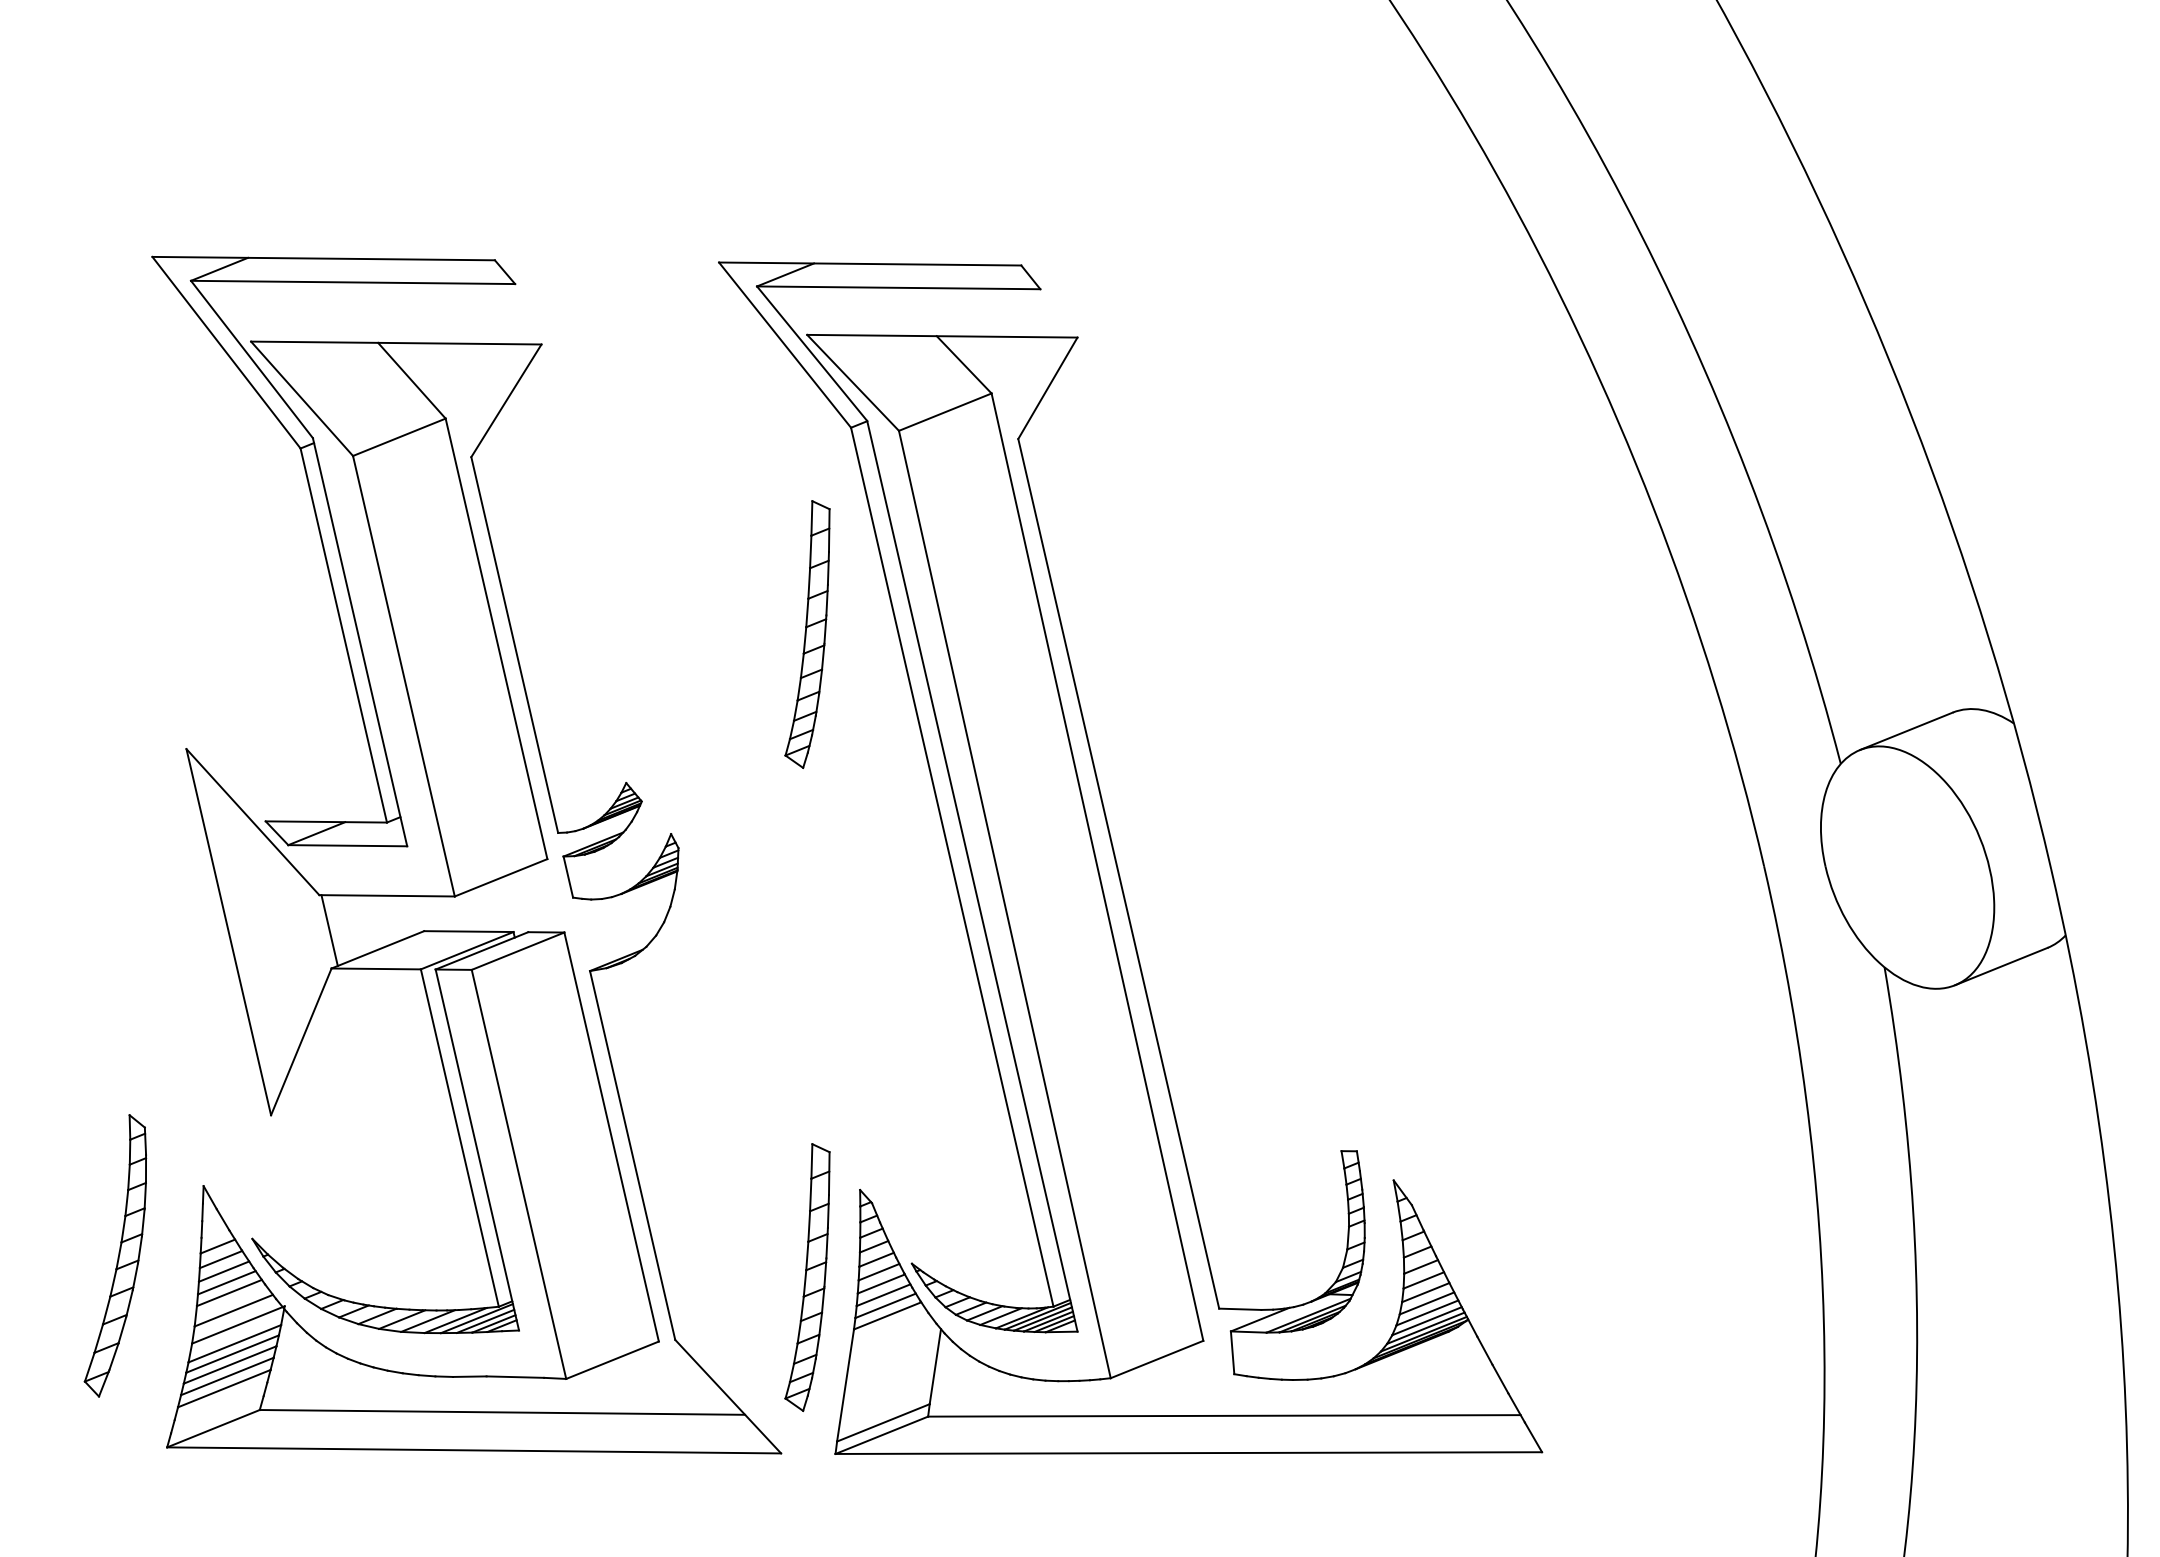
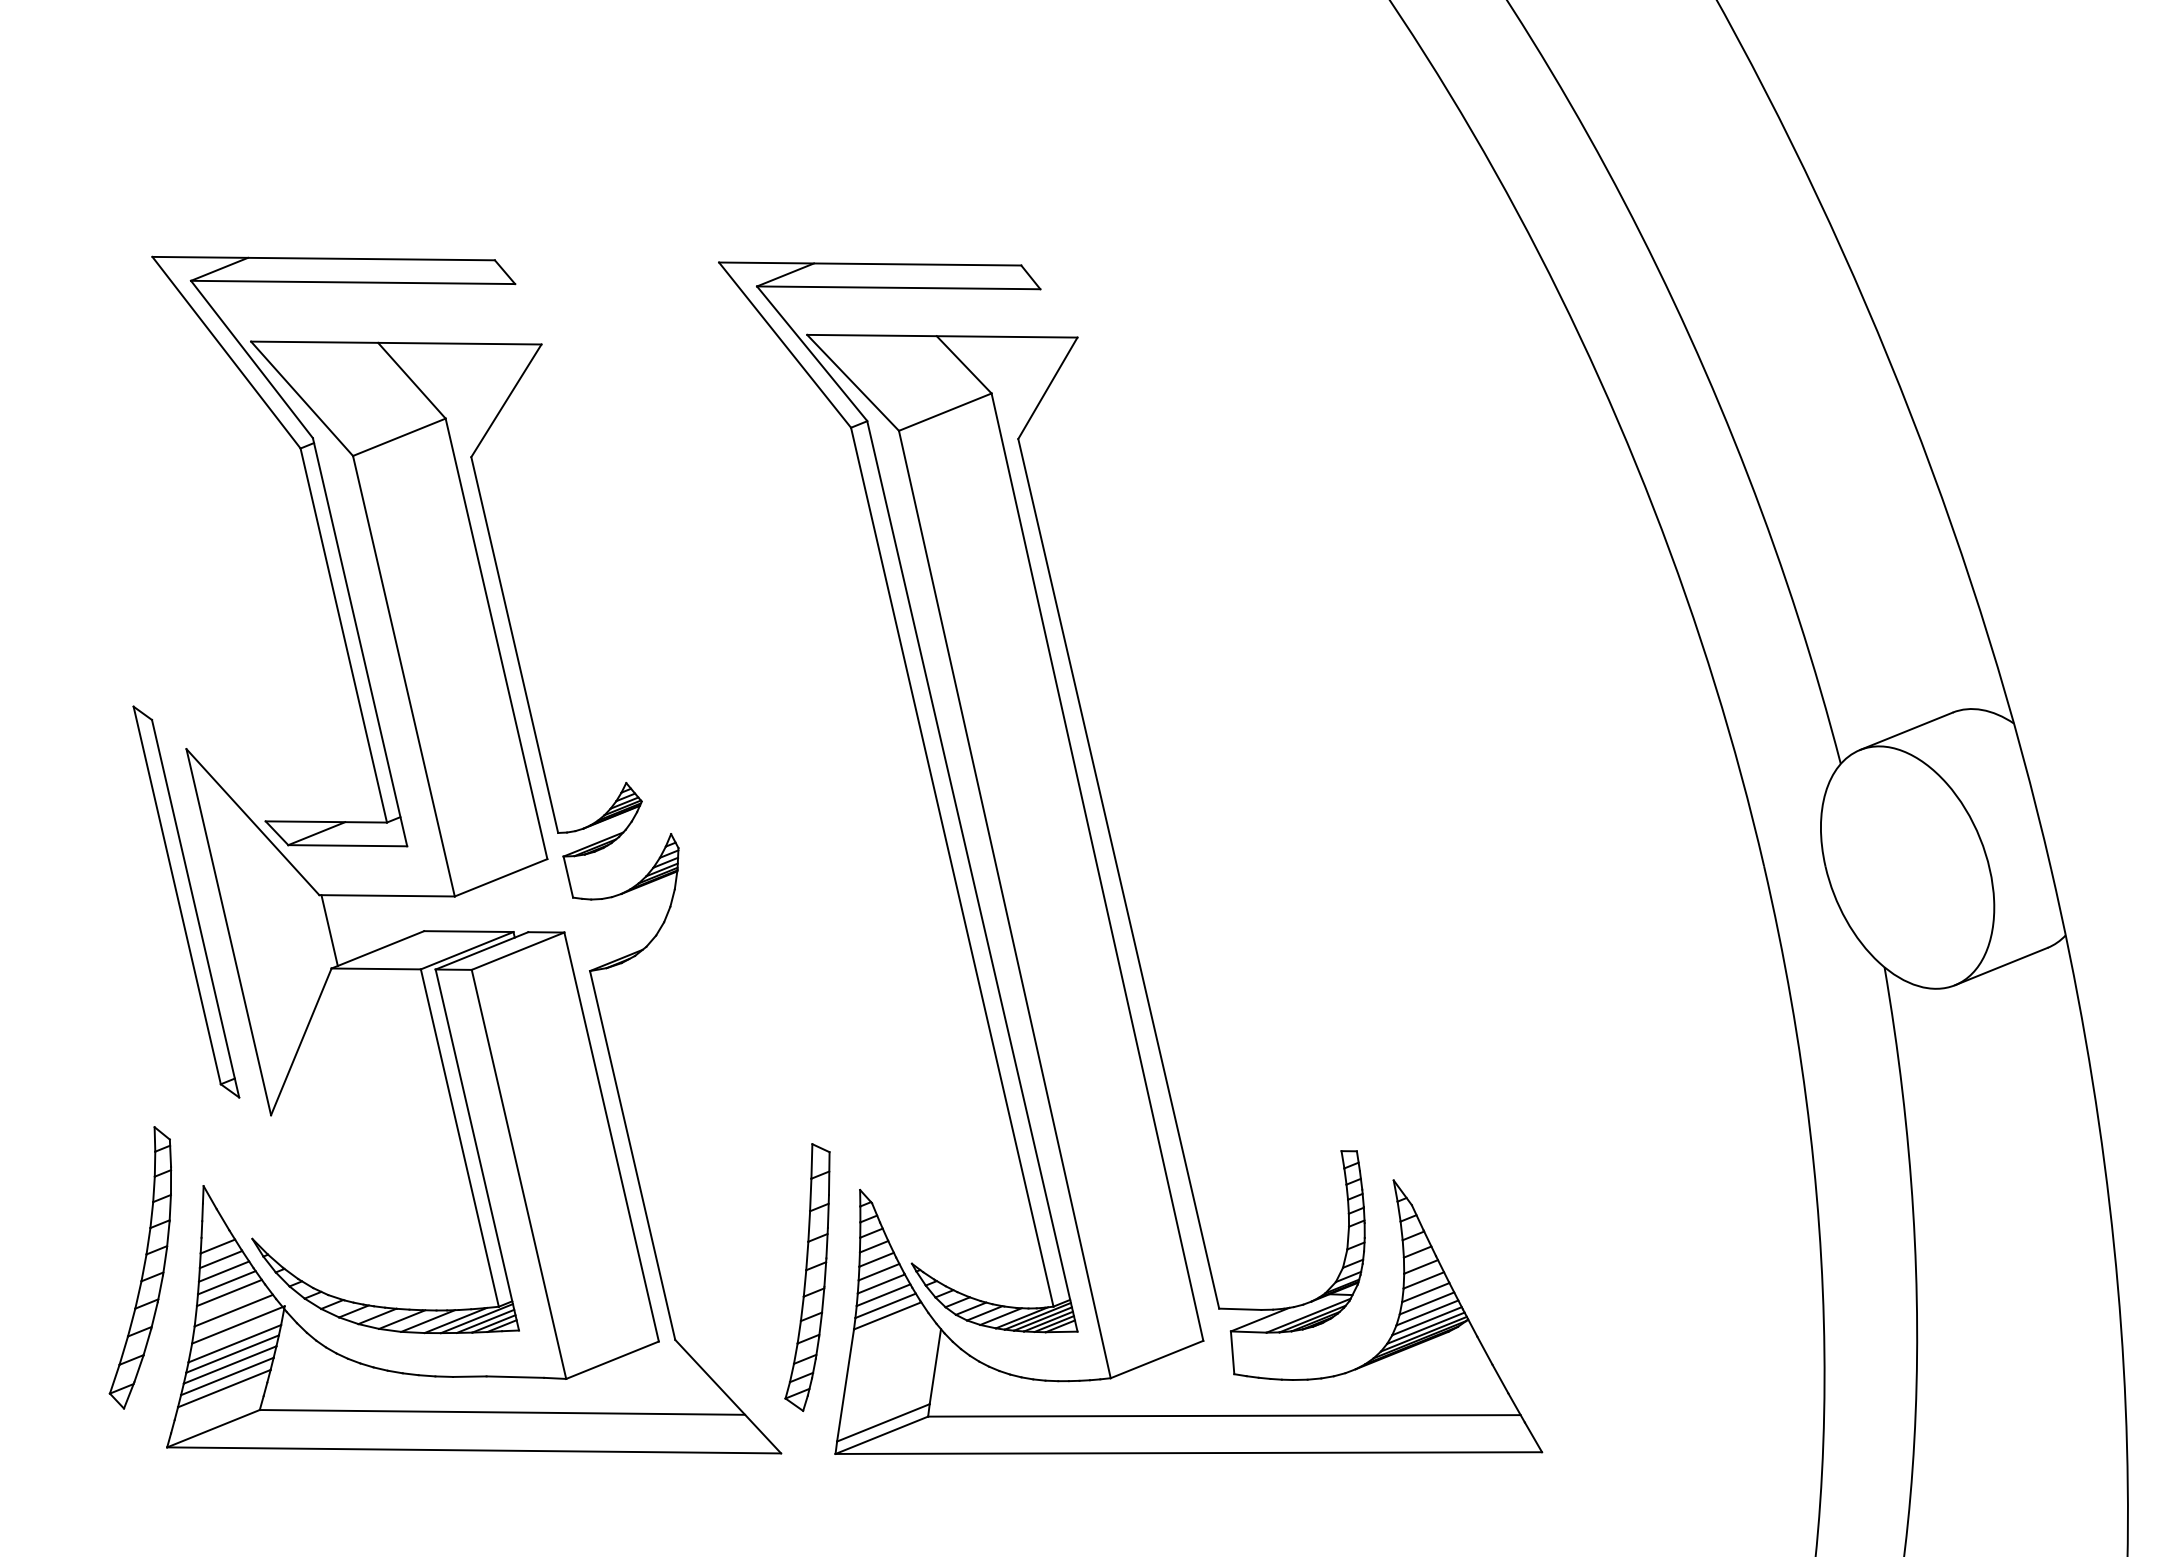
part at (807, 634): present -> none
part at (186, 901): none -> present
part at (115, 1255) position: (115, 1255) -> (140, 1267)
